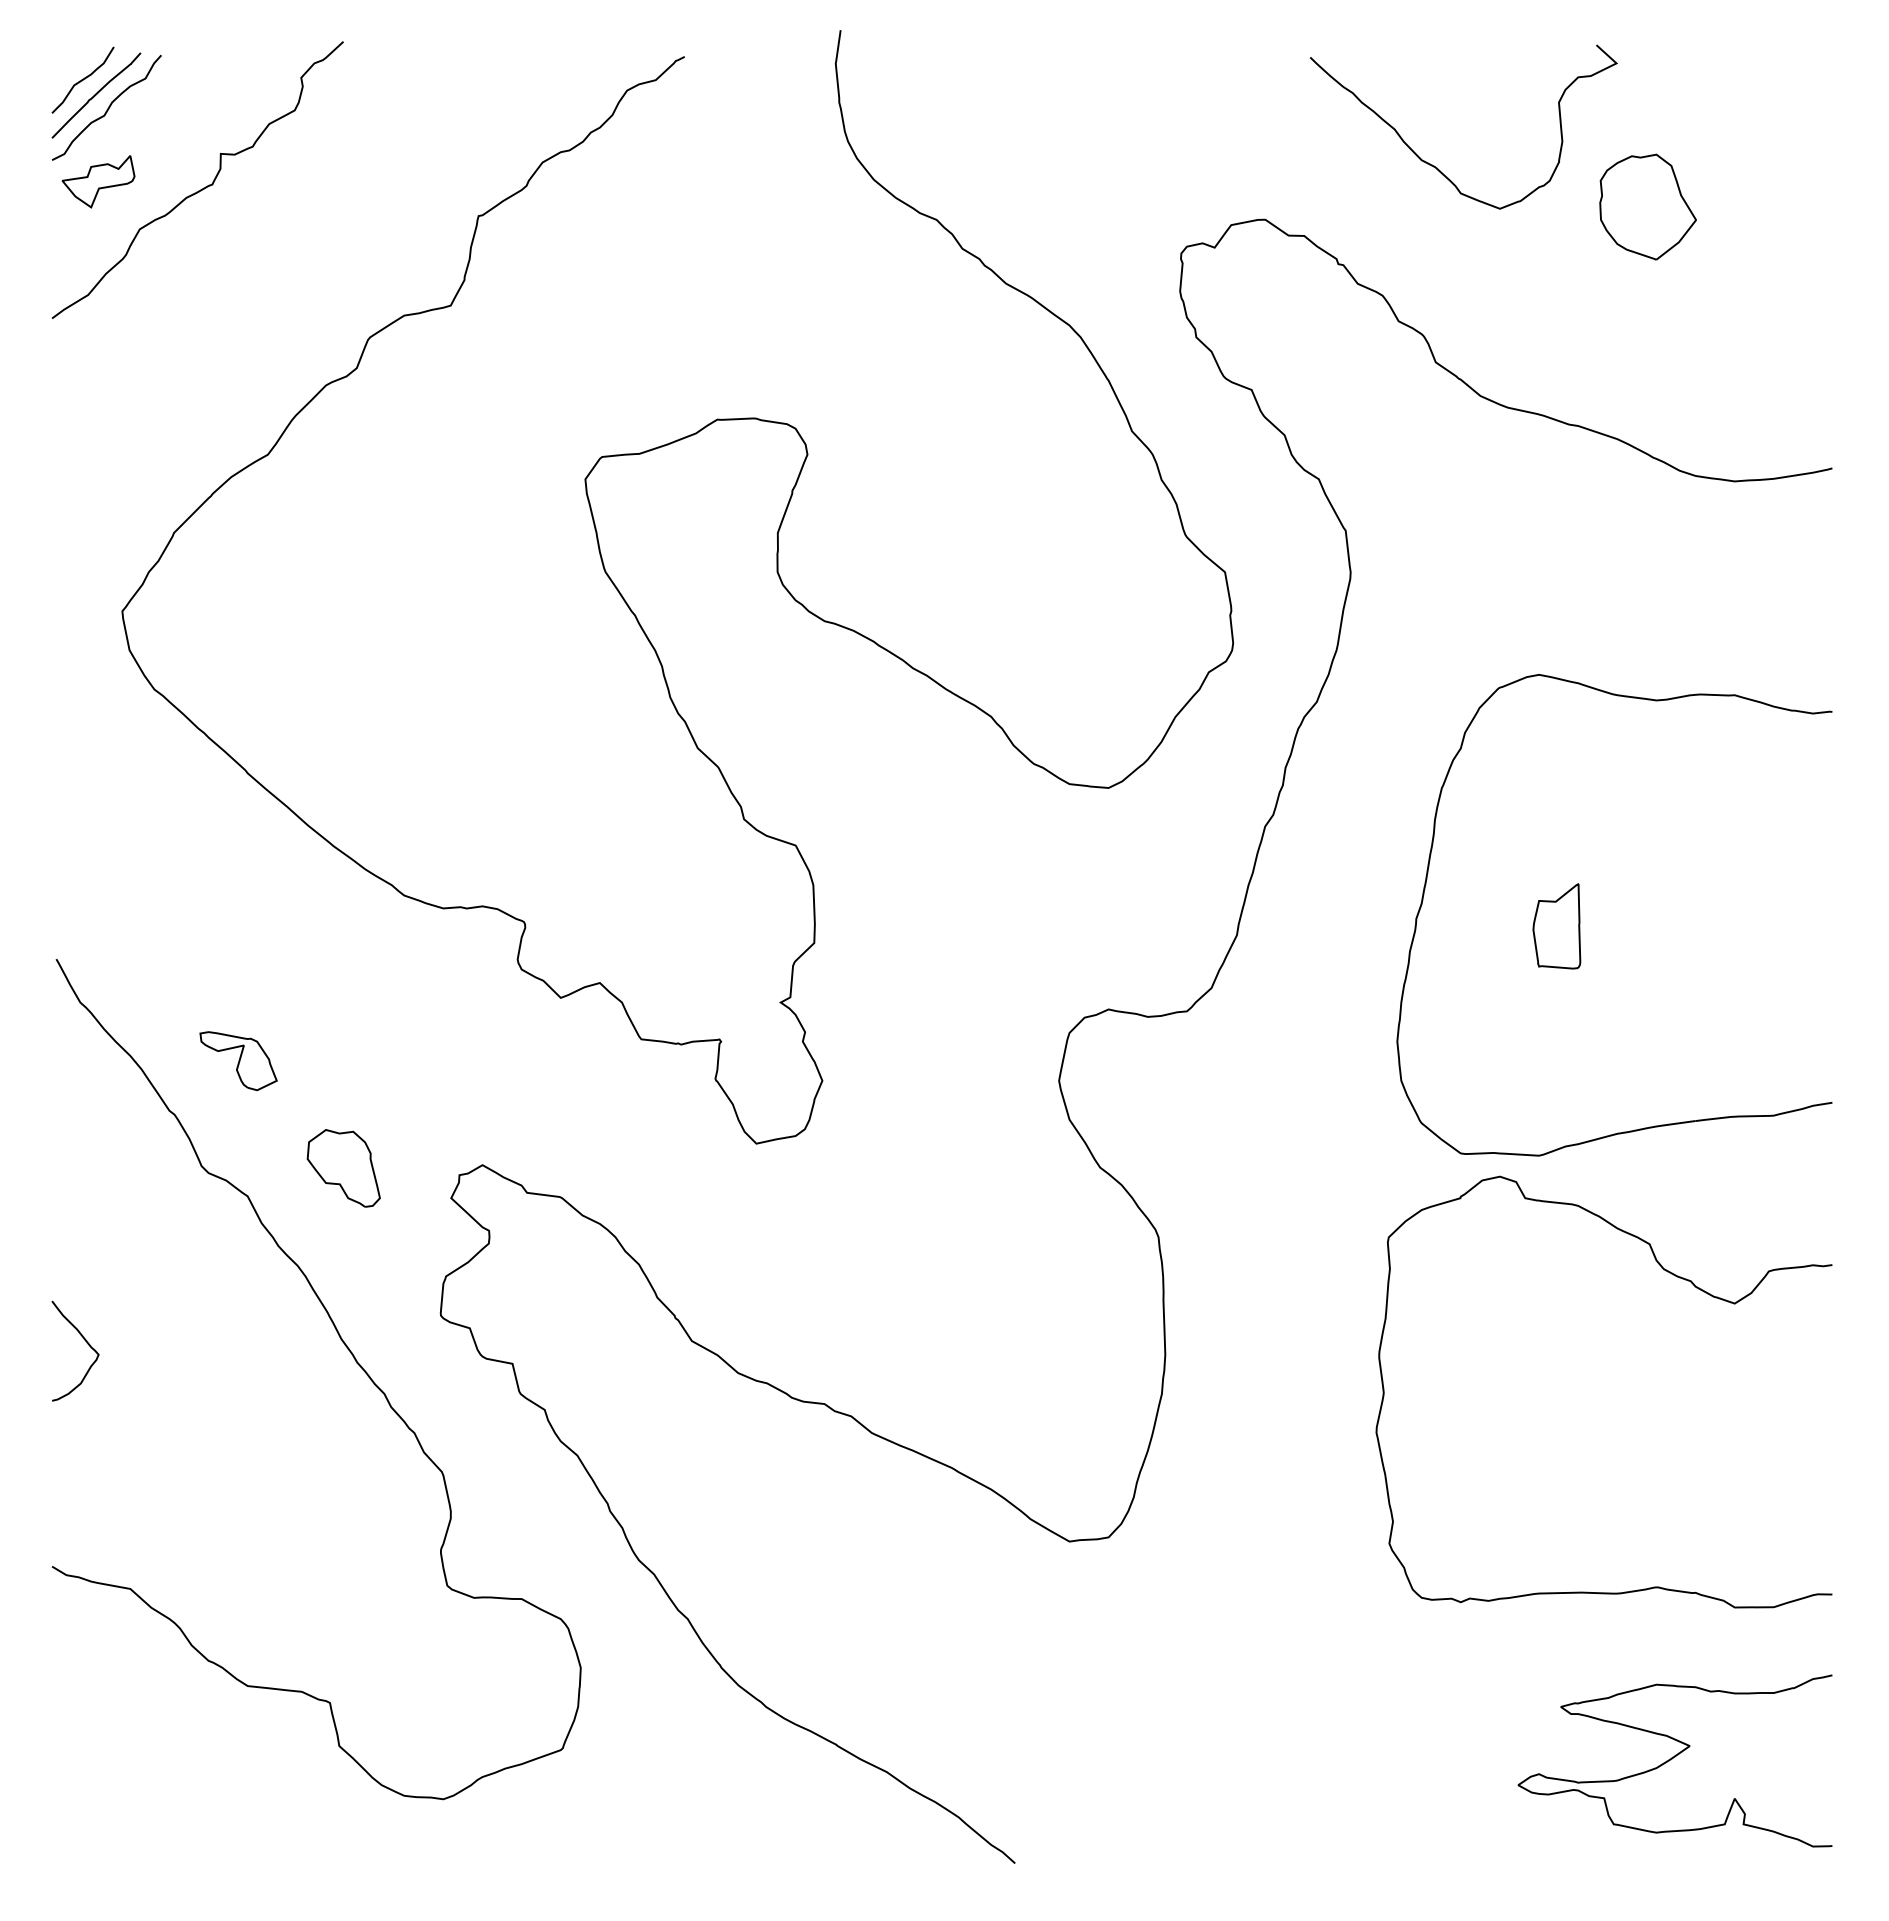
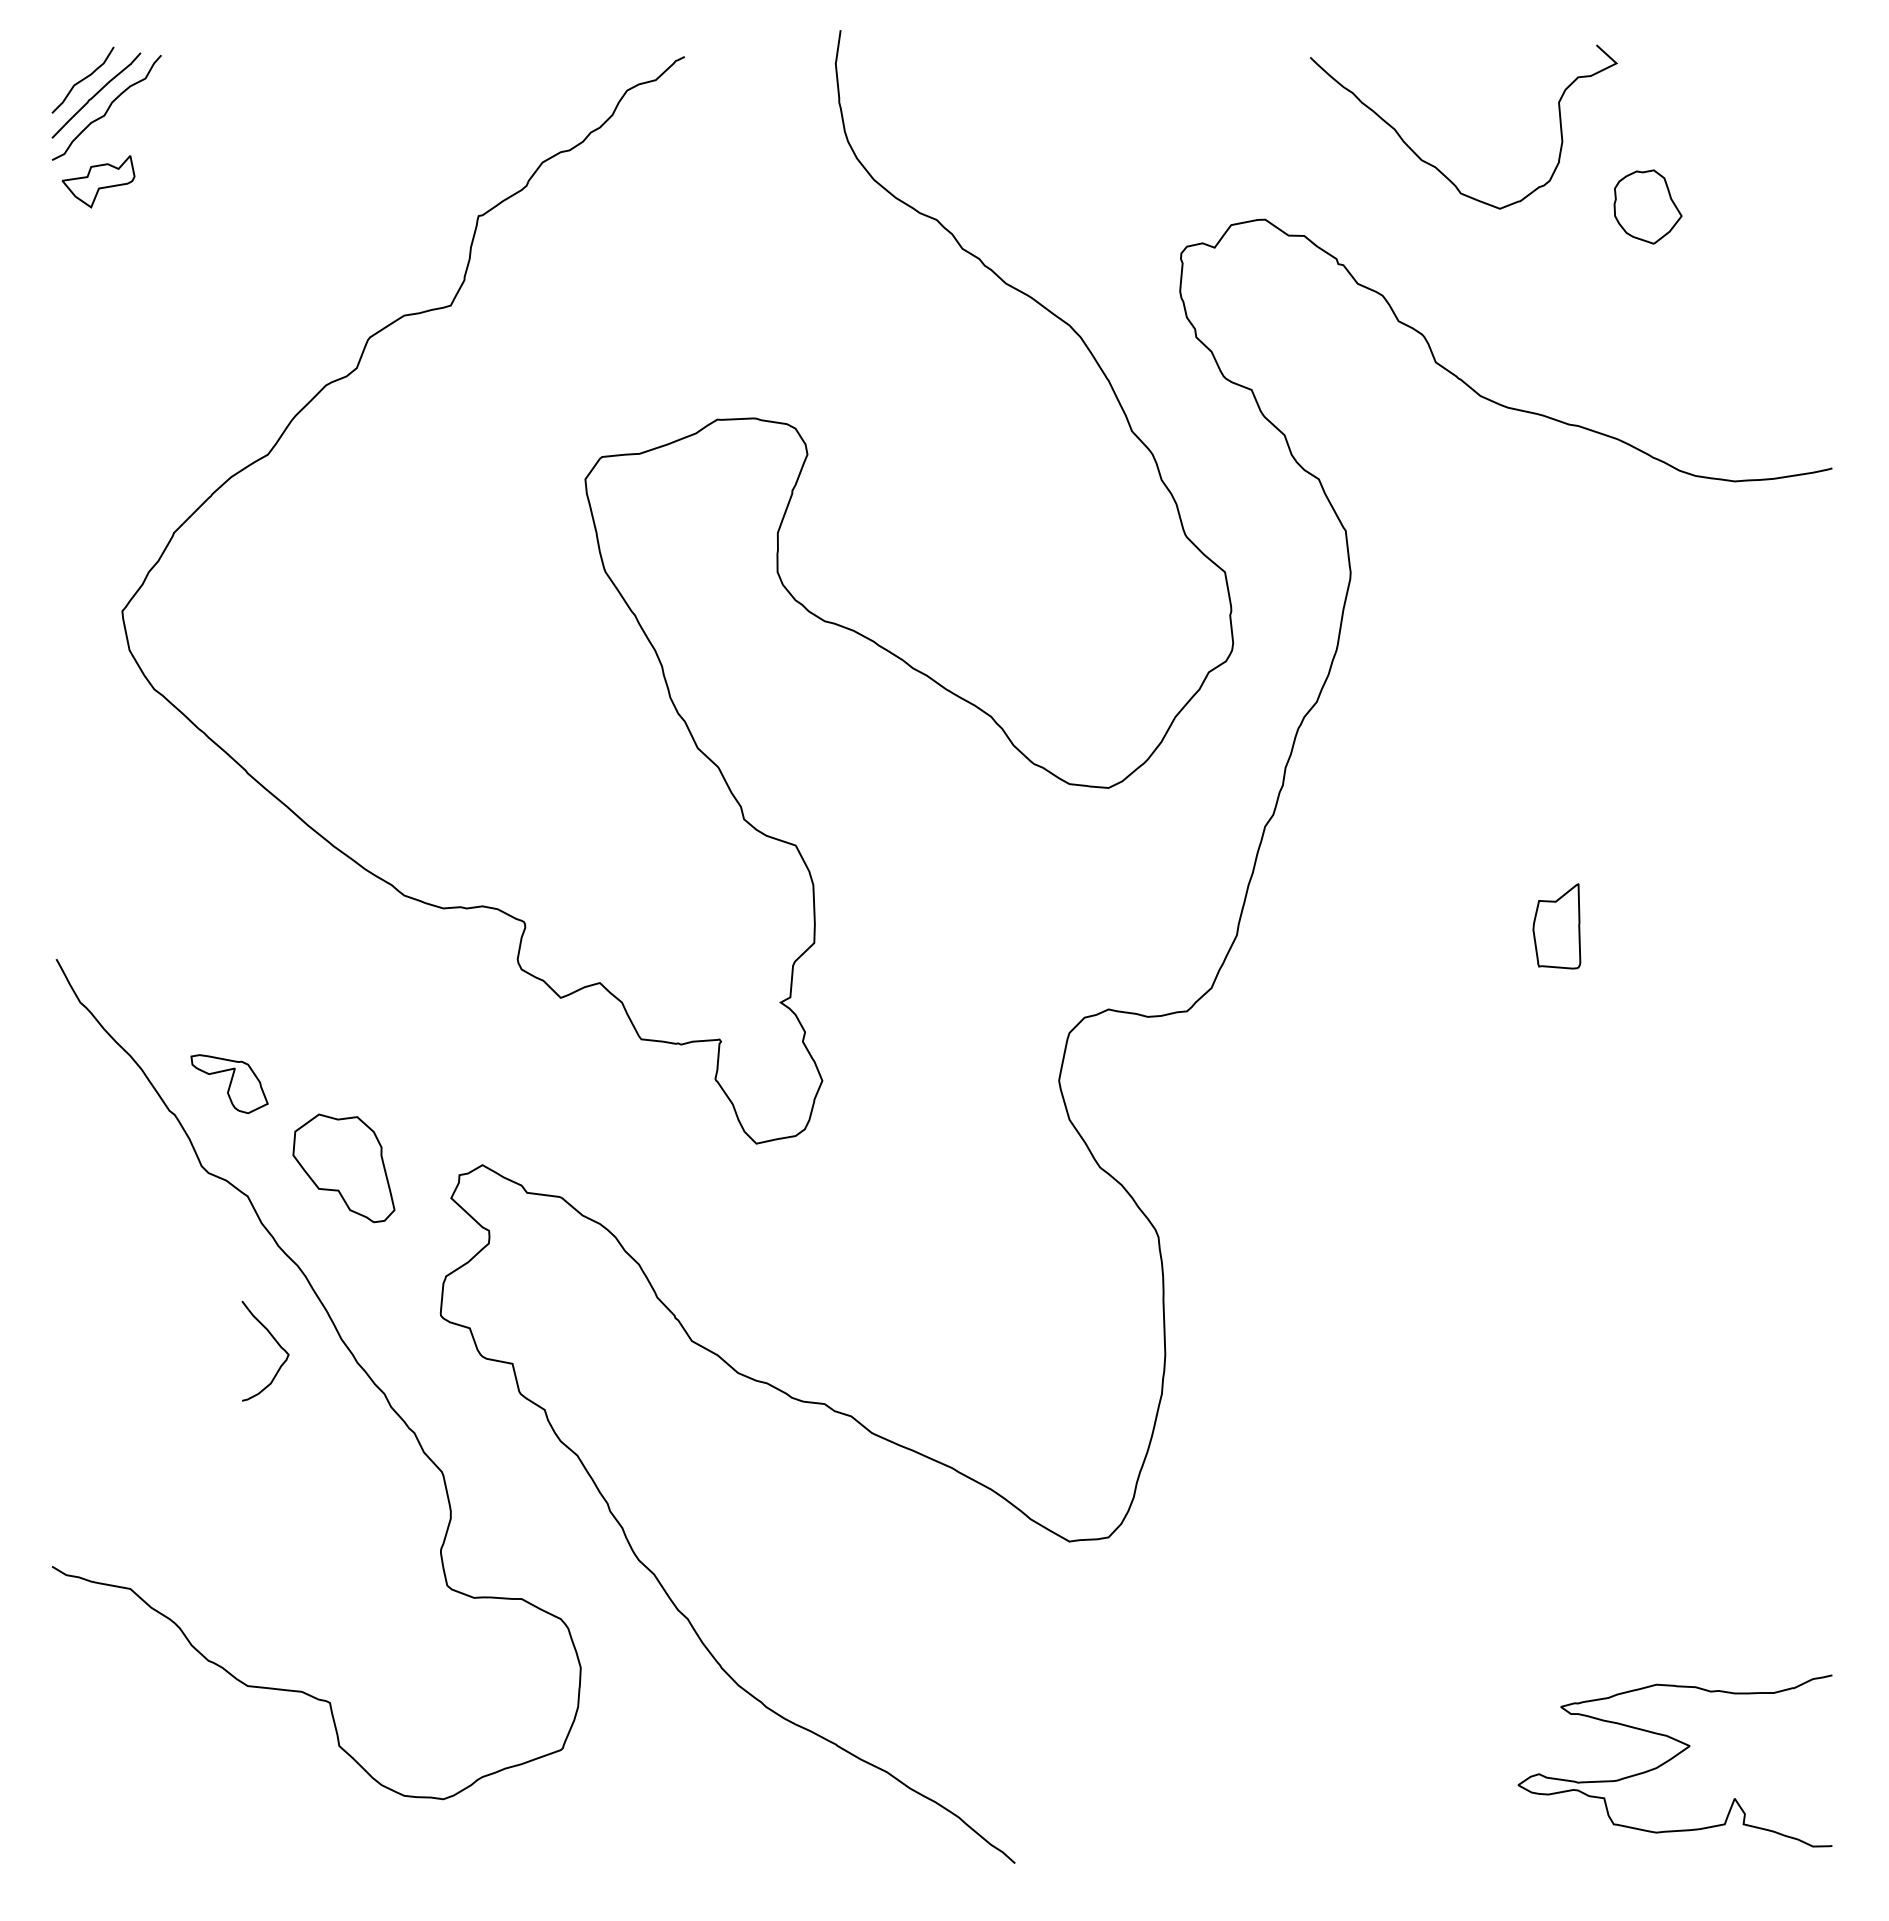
curve at (203, 187): present -> none
part at (1647, 206) size: 98x108 px -> 70x76 px
part at (1427, 879): present -> none
part at (238, 1061) position: (238, 1061) -> (229, 1084)
part at (343, 1168) size: 75x79 px -> 104x111 px
curve at (1665, 1271): present -> none
curve at (87, 1344) position: (87, 1344) -> (277, 1344)
